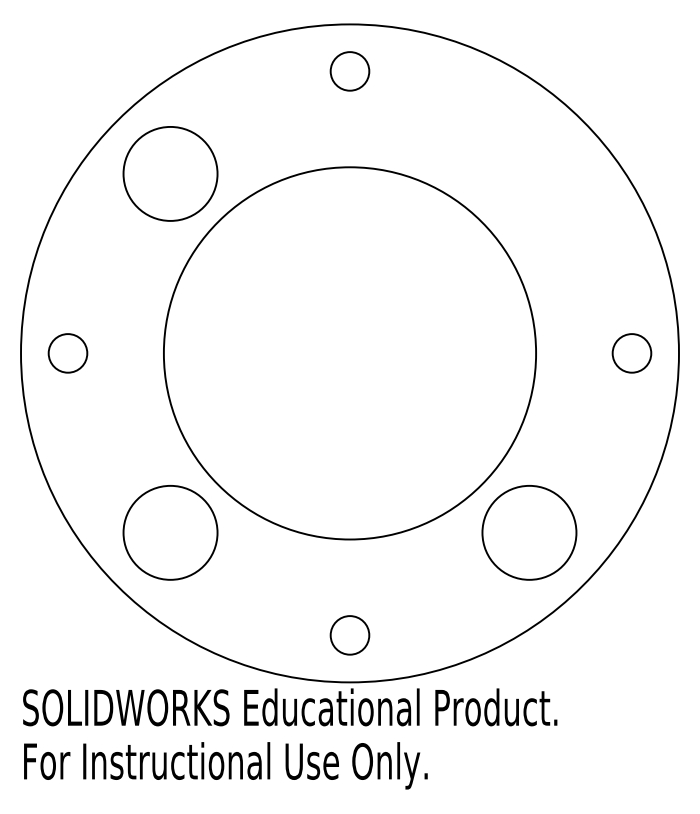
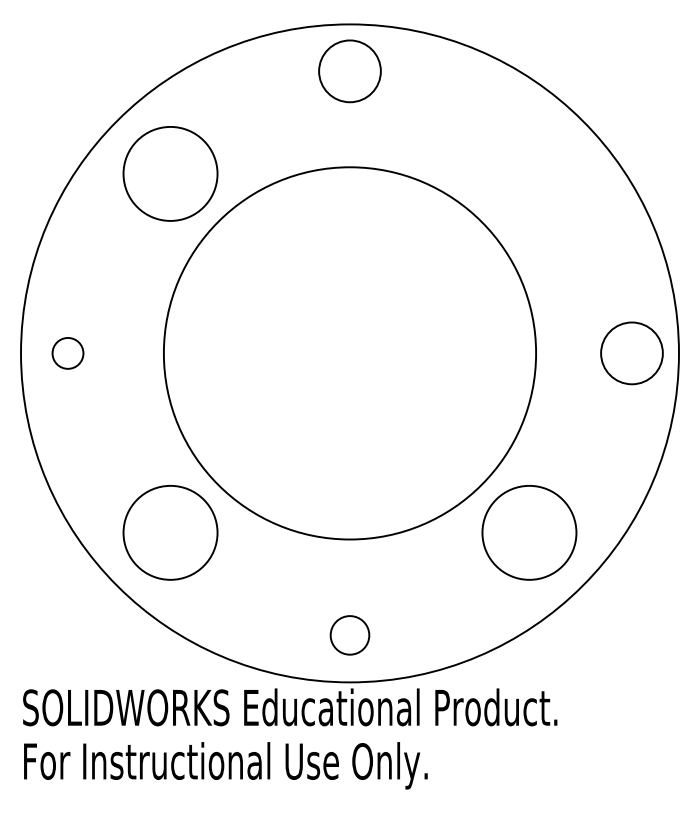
circle at (349, 71) size: 42x41 px -> 64x65 px
circle at (67, 353) size: 42x41 px -> 34x33 px
circle at (631, 353) diameter: 39 px -> 62 px
